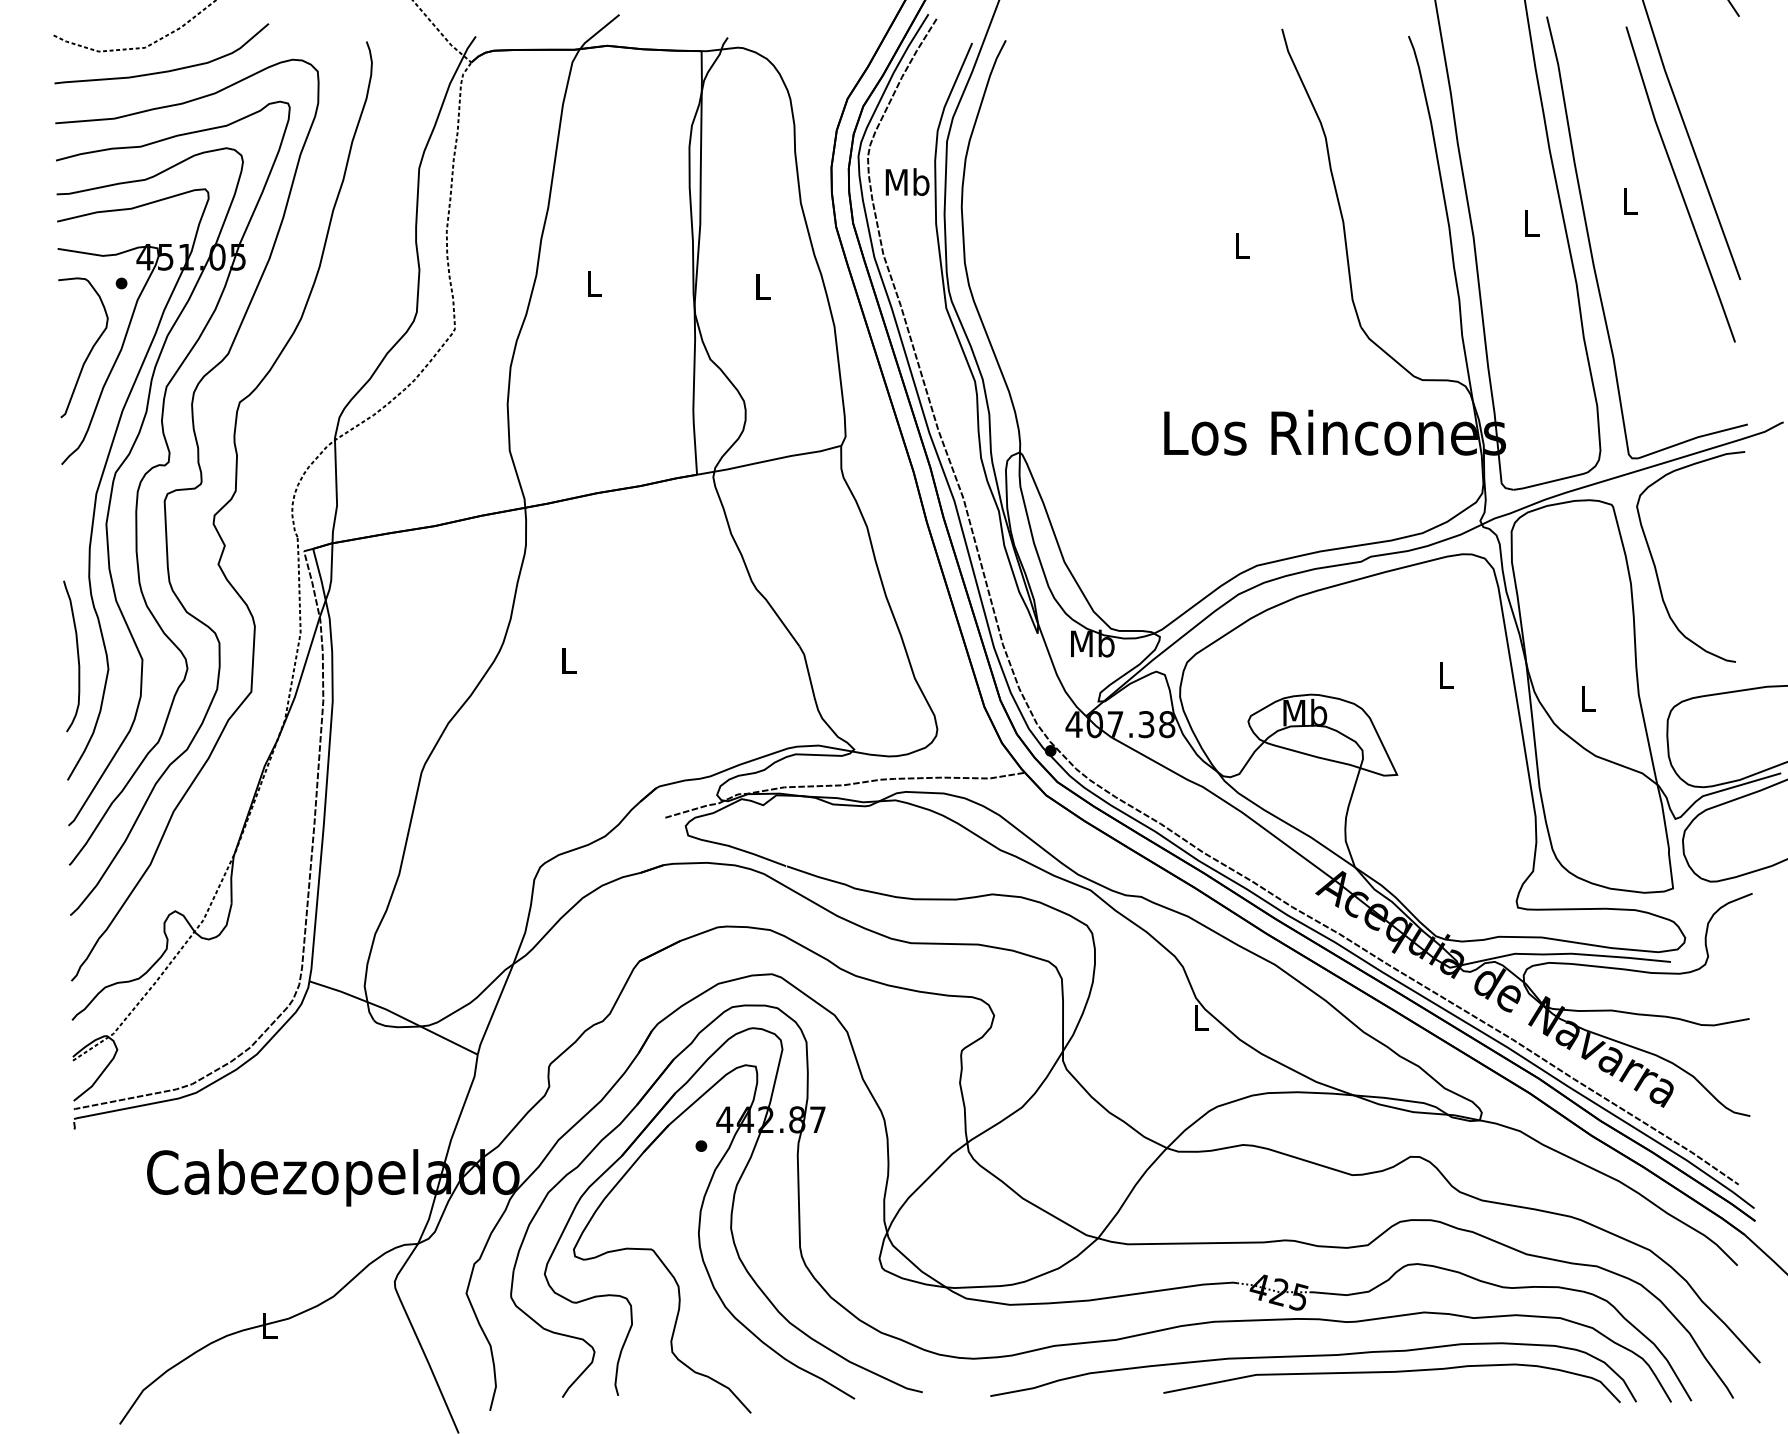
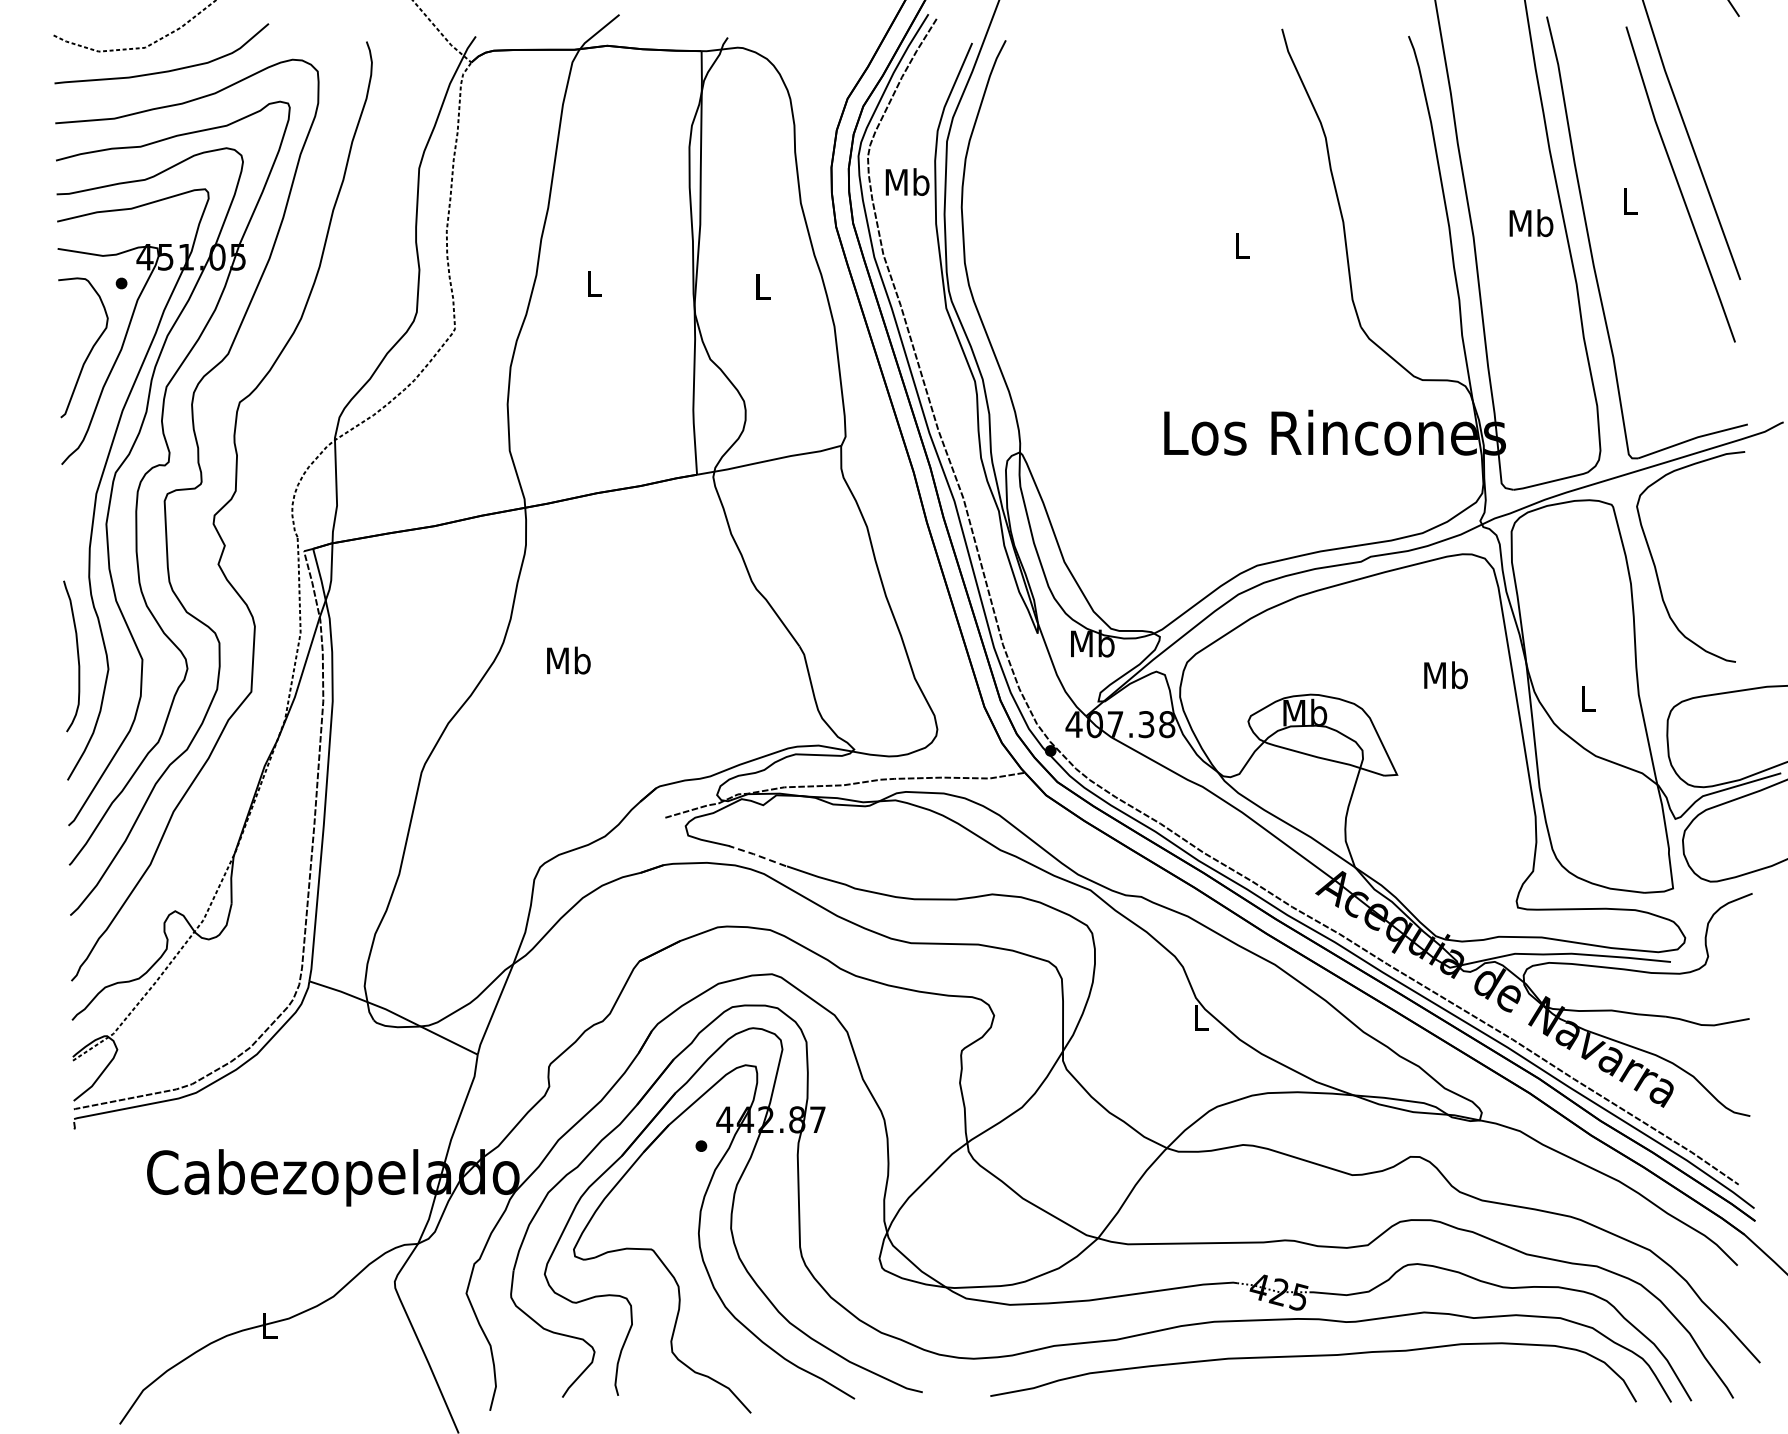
text at (1531, 223): L -> Mb
text at (568, 660): L -> Mb
text at (1445, 675): L -> Mb
line at (757, 855): solid -> dashed
curve at (1391, 1372): present -> none
